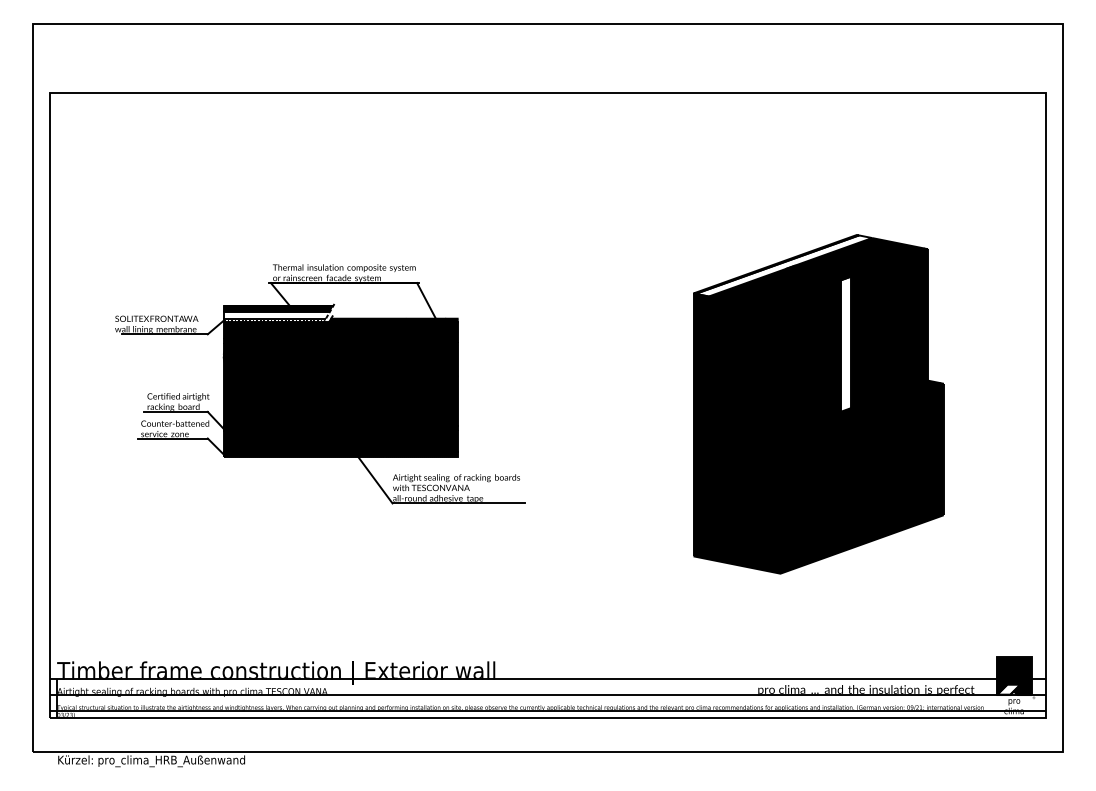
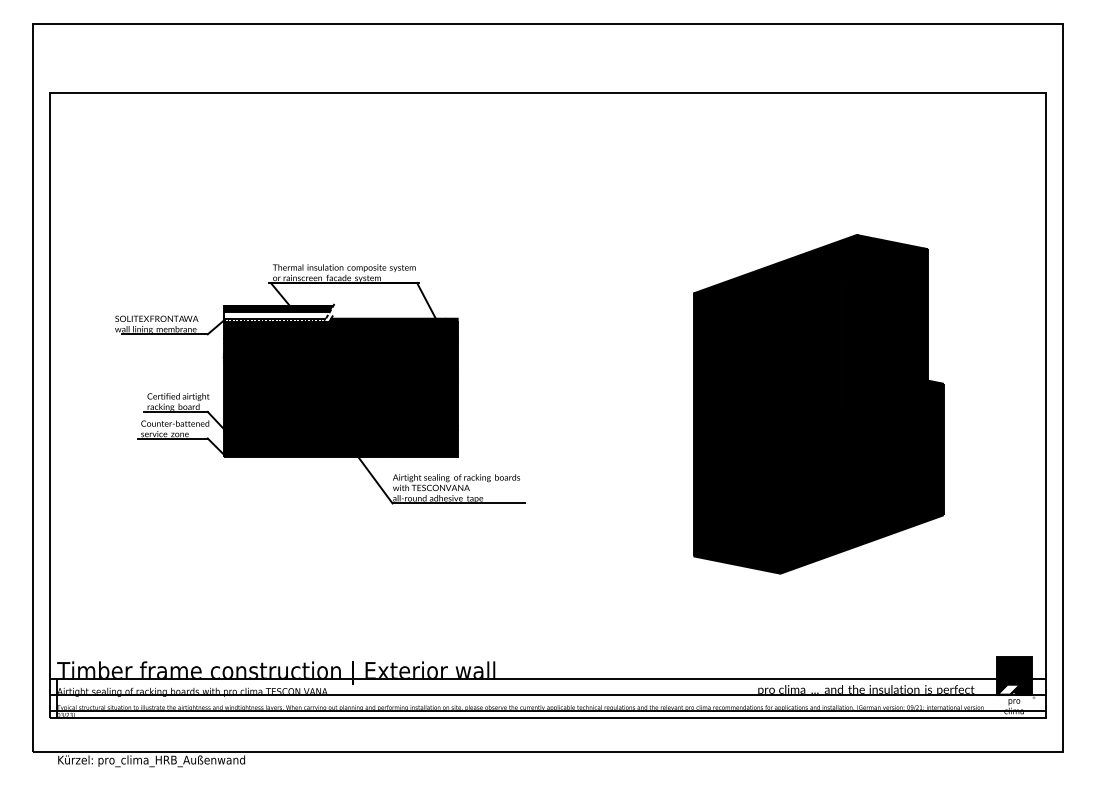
fill at (783, 265): none -> present
fill at (846, 343): none -> present
